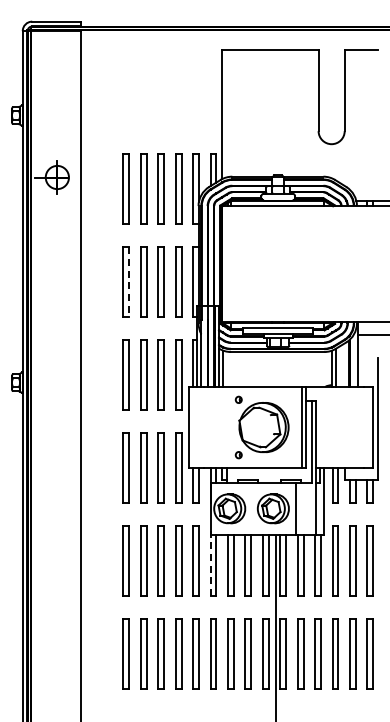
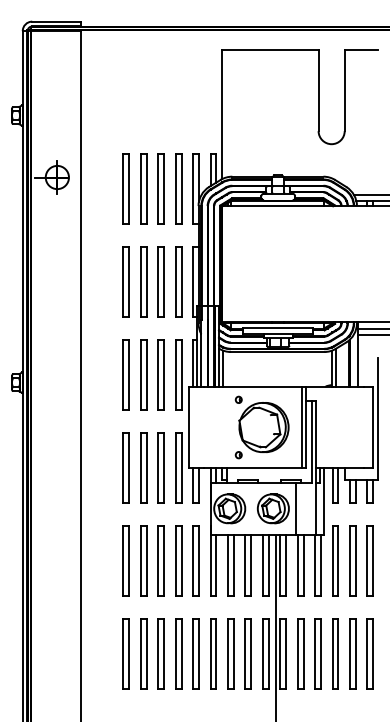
line at (369, 194): none -> present
line at (129, 282): dashed -> solid
line at (371, 328): none -> present
line at (210, 560): dashed -> solid
